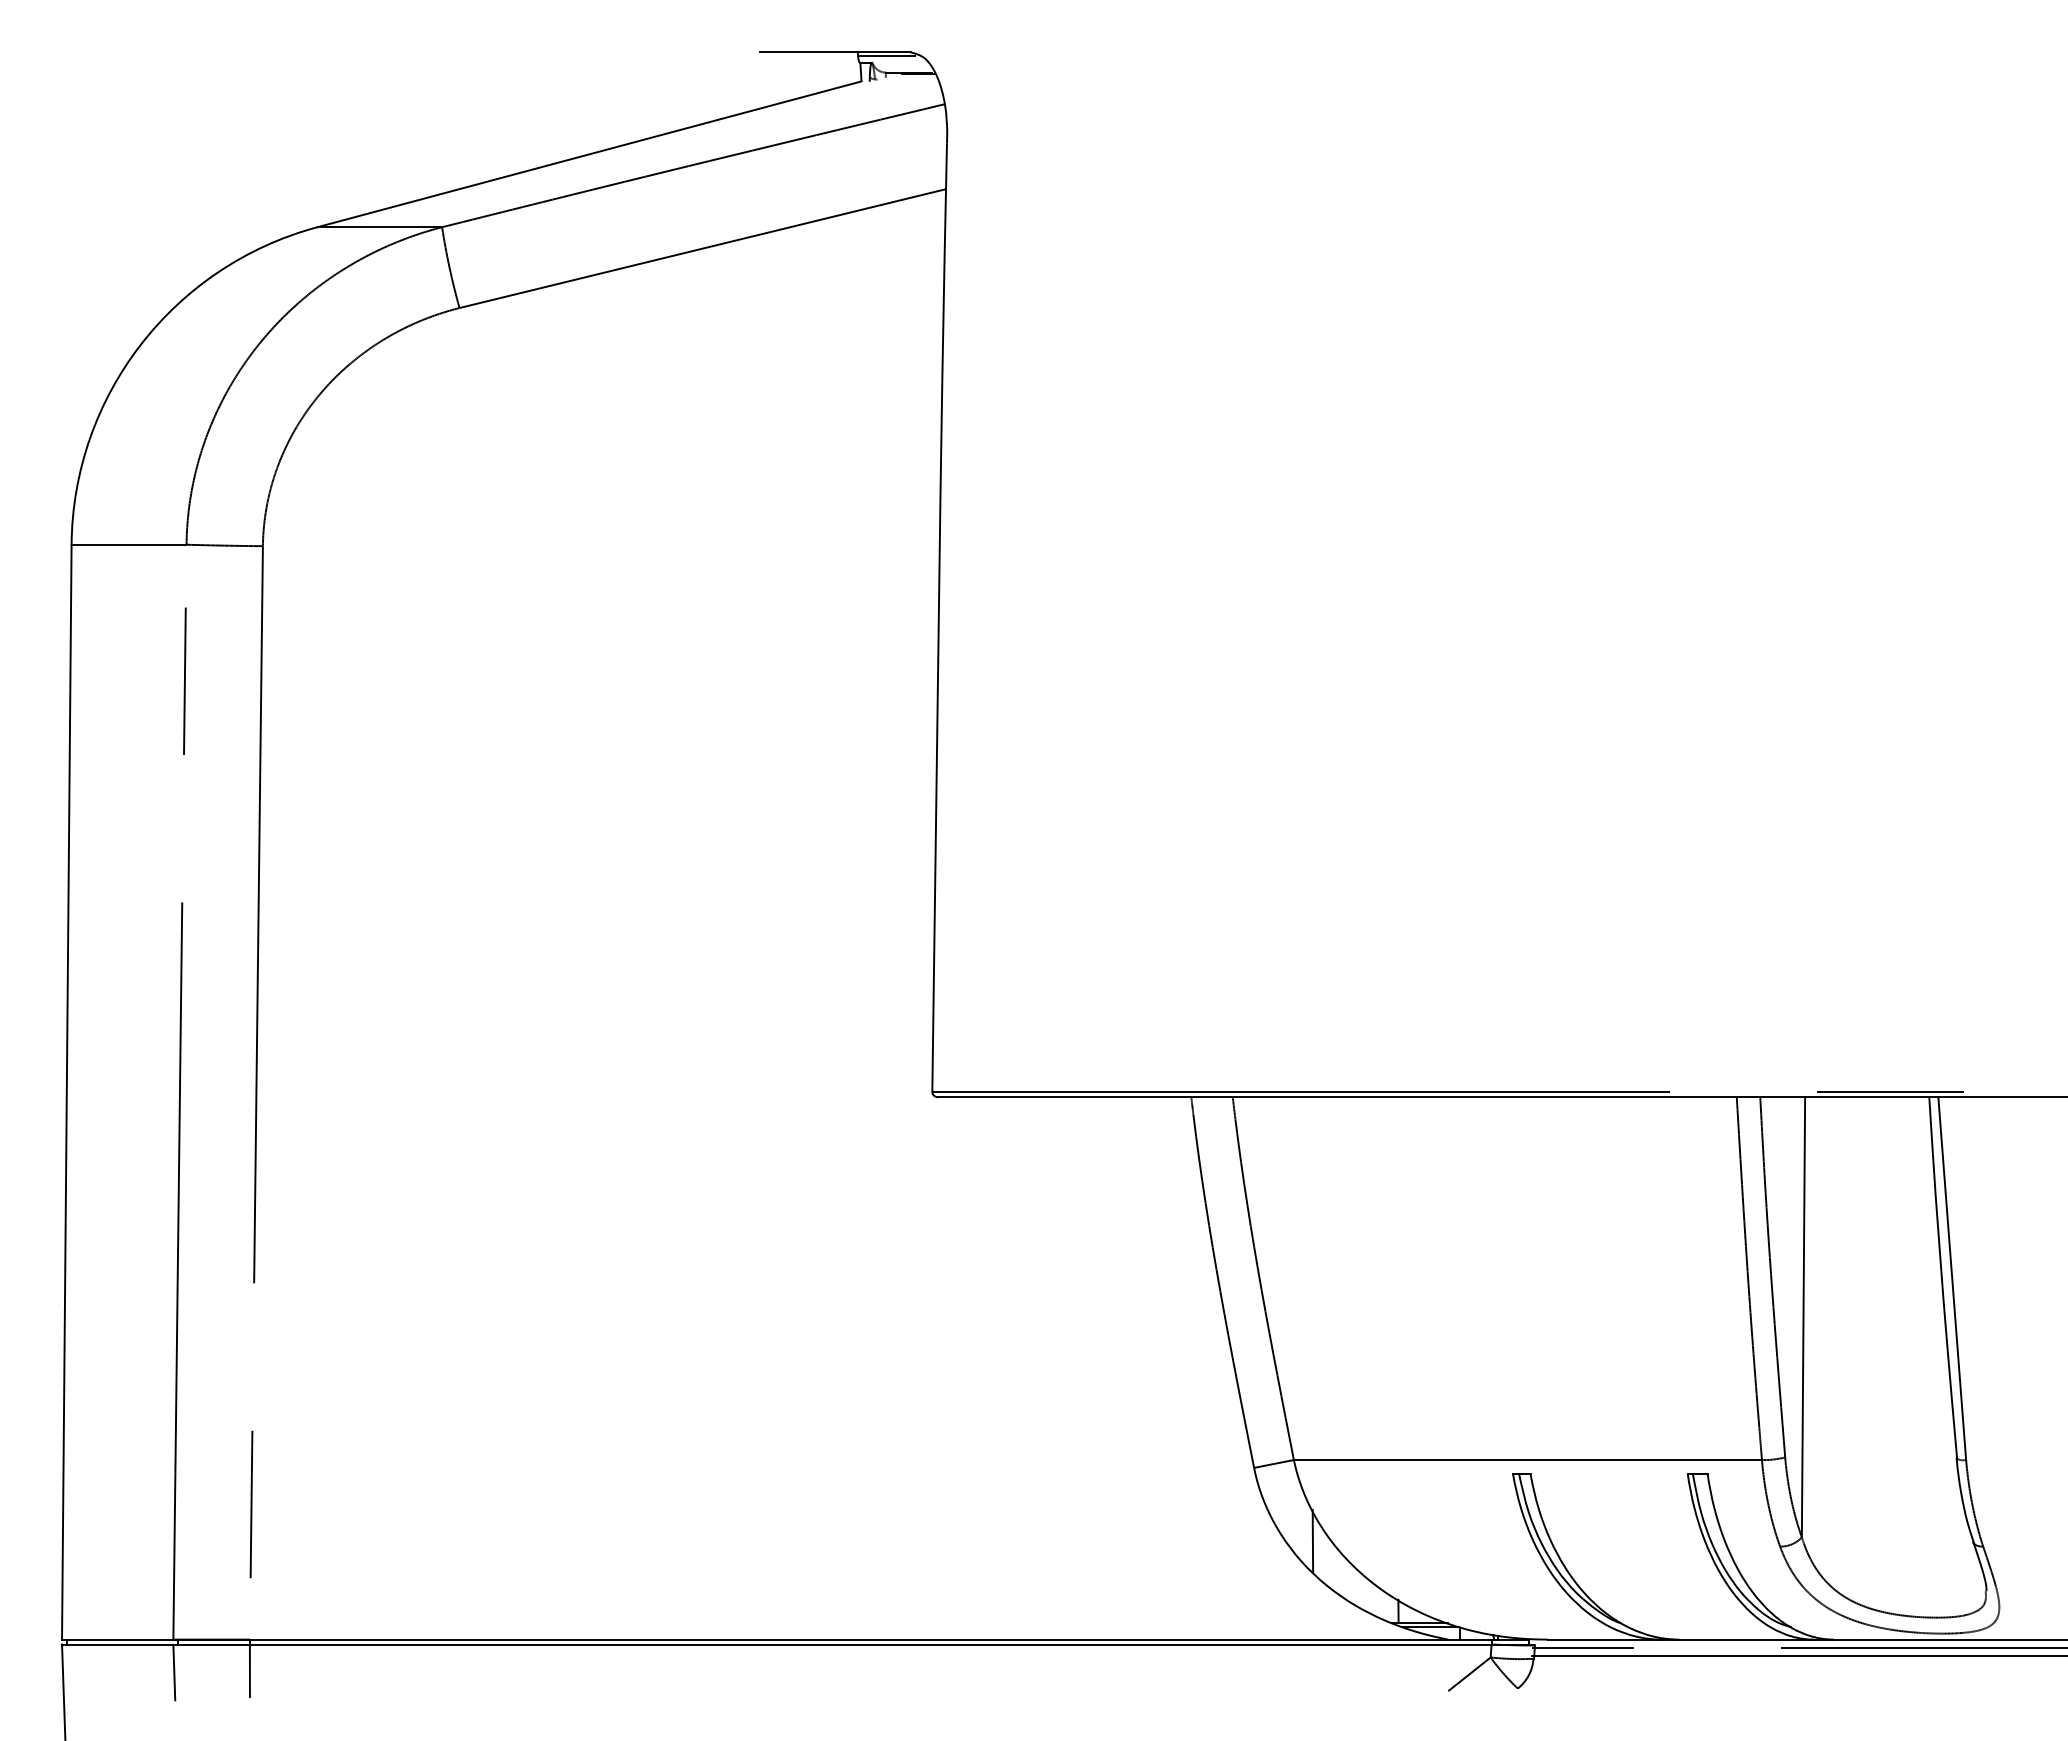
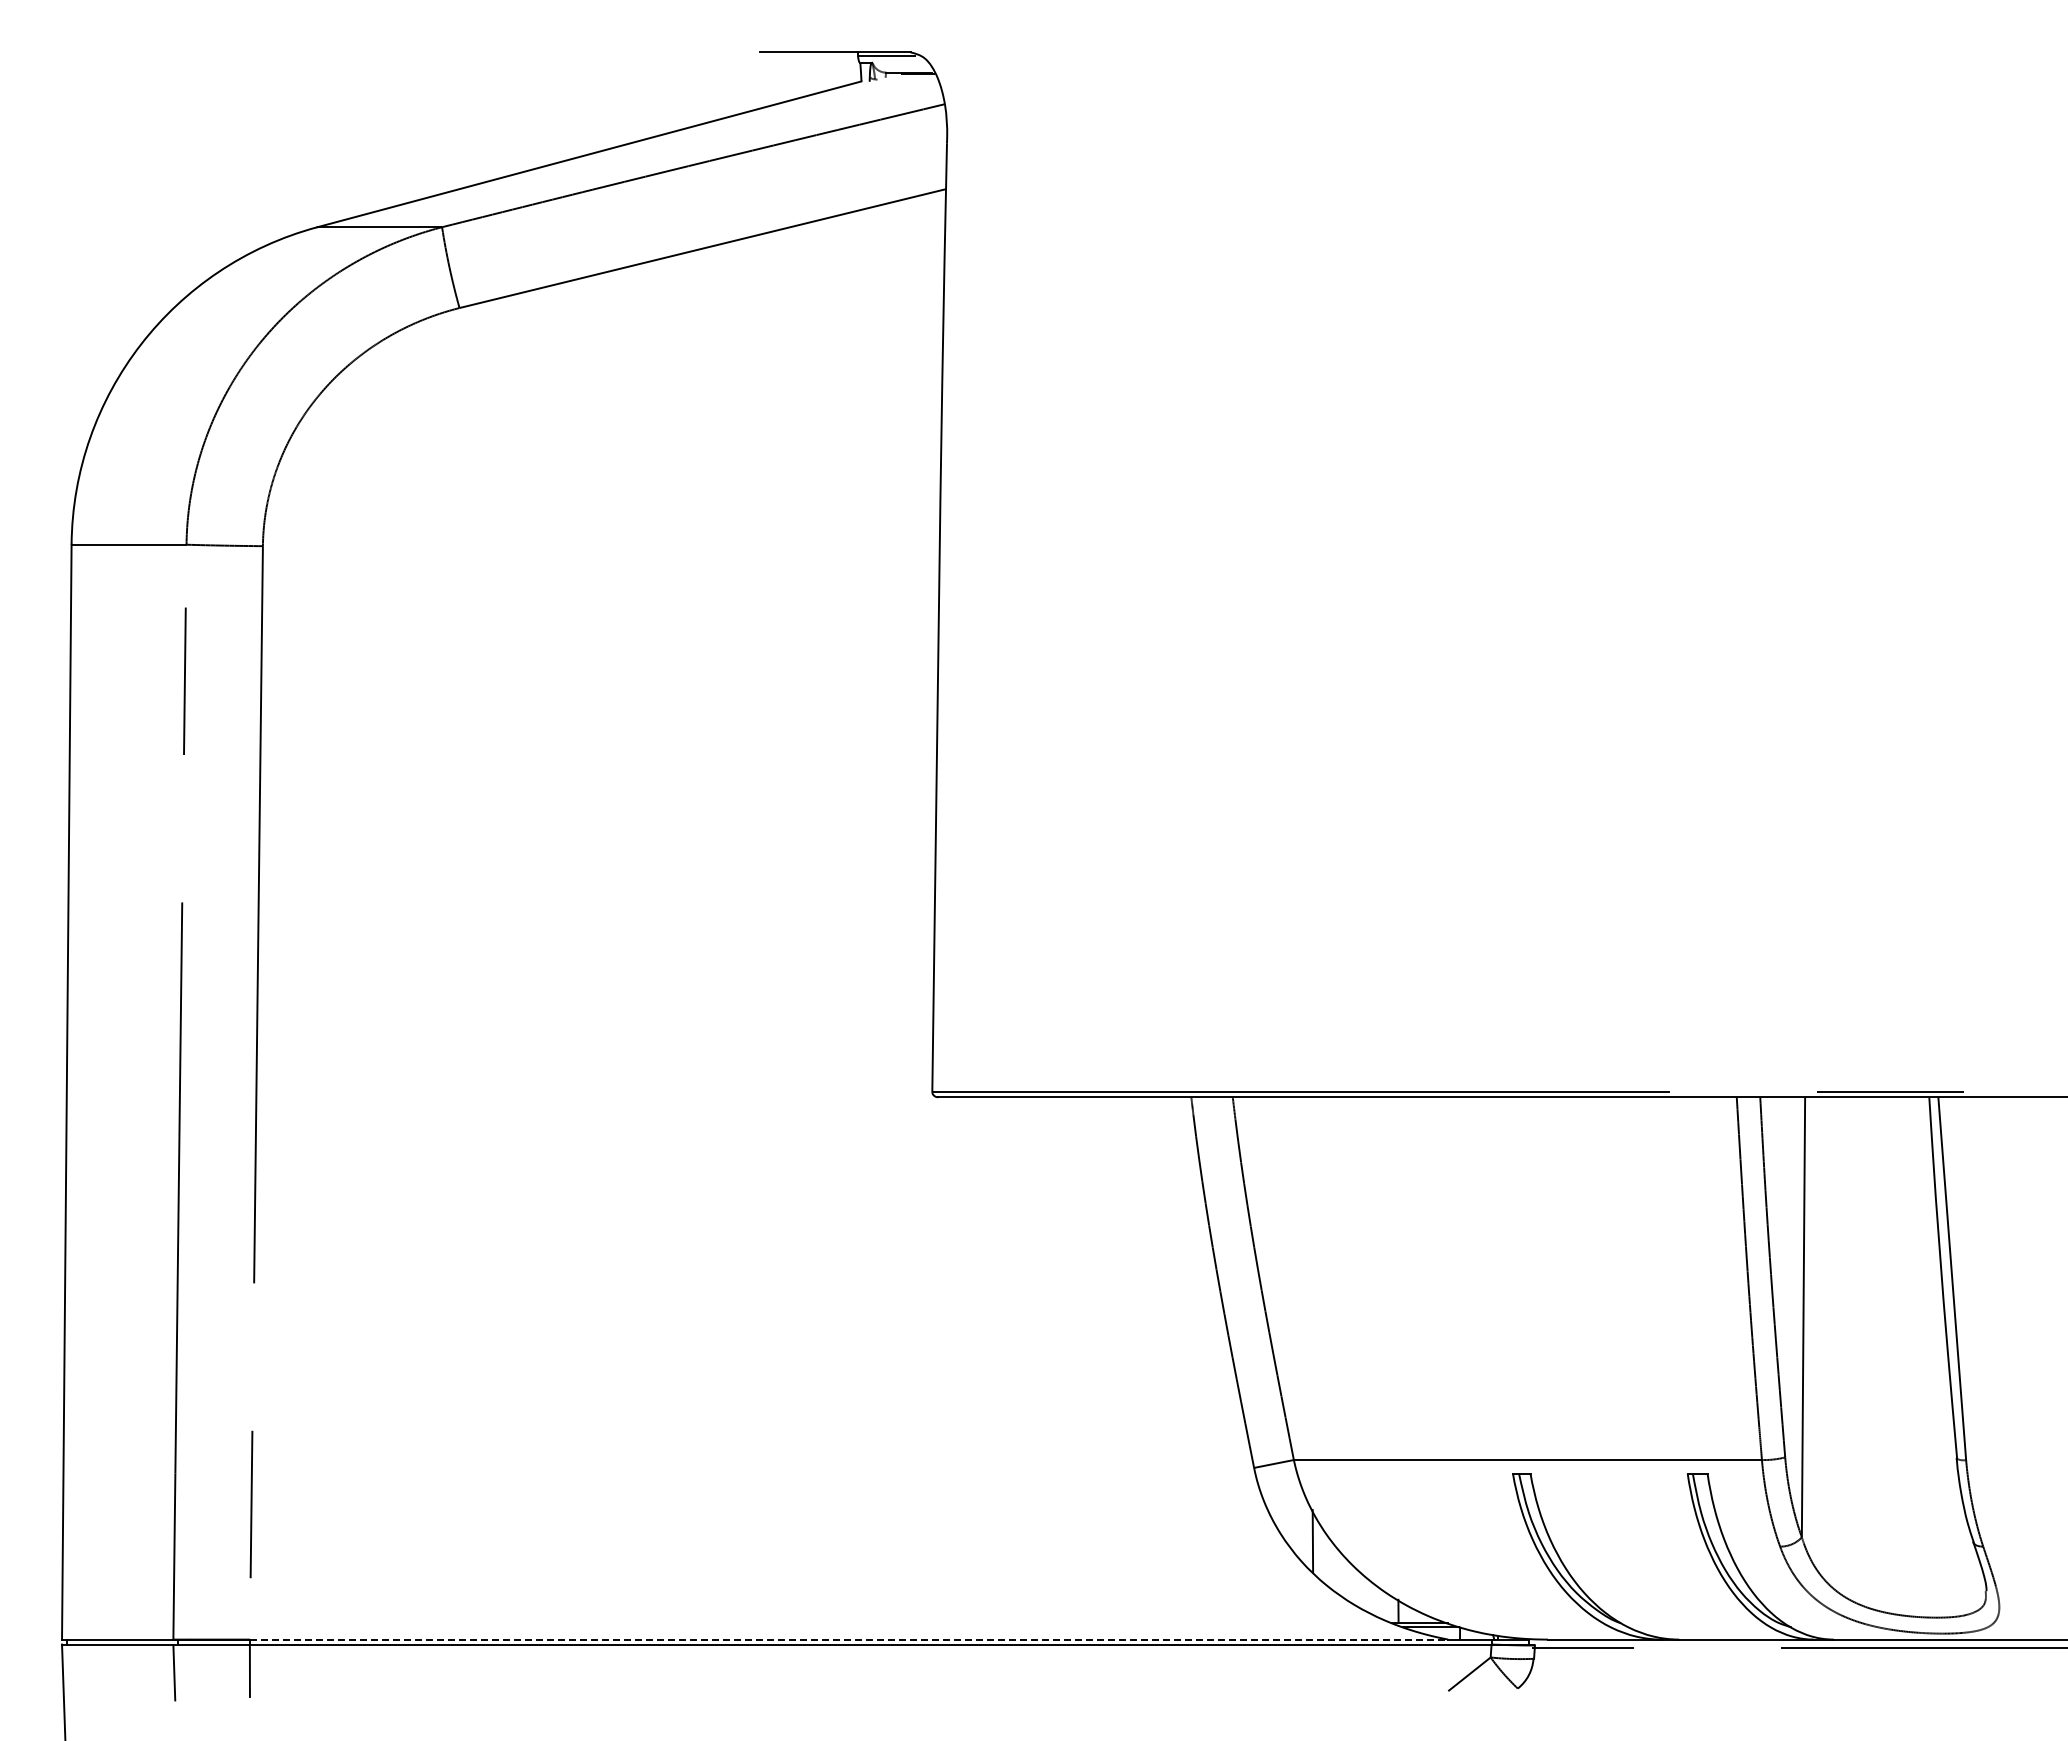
line at (849, 1639): solid -> dashed
line at (1797, 1656): present -> none
